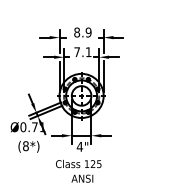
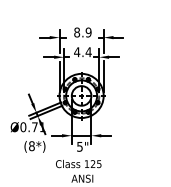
text at (82, 52): 7.1 -> 4.4
text at (28, 146) position: (28, 146) -> (34, 146)
text at (79, 146): 4" -> 5"
